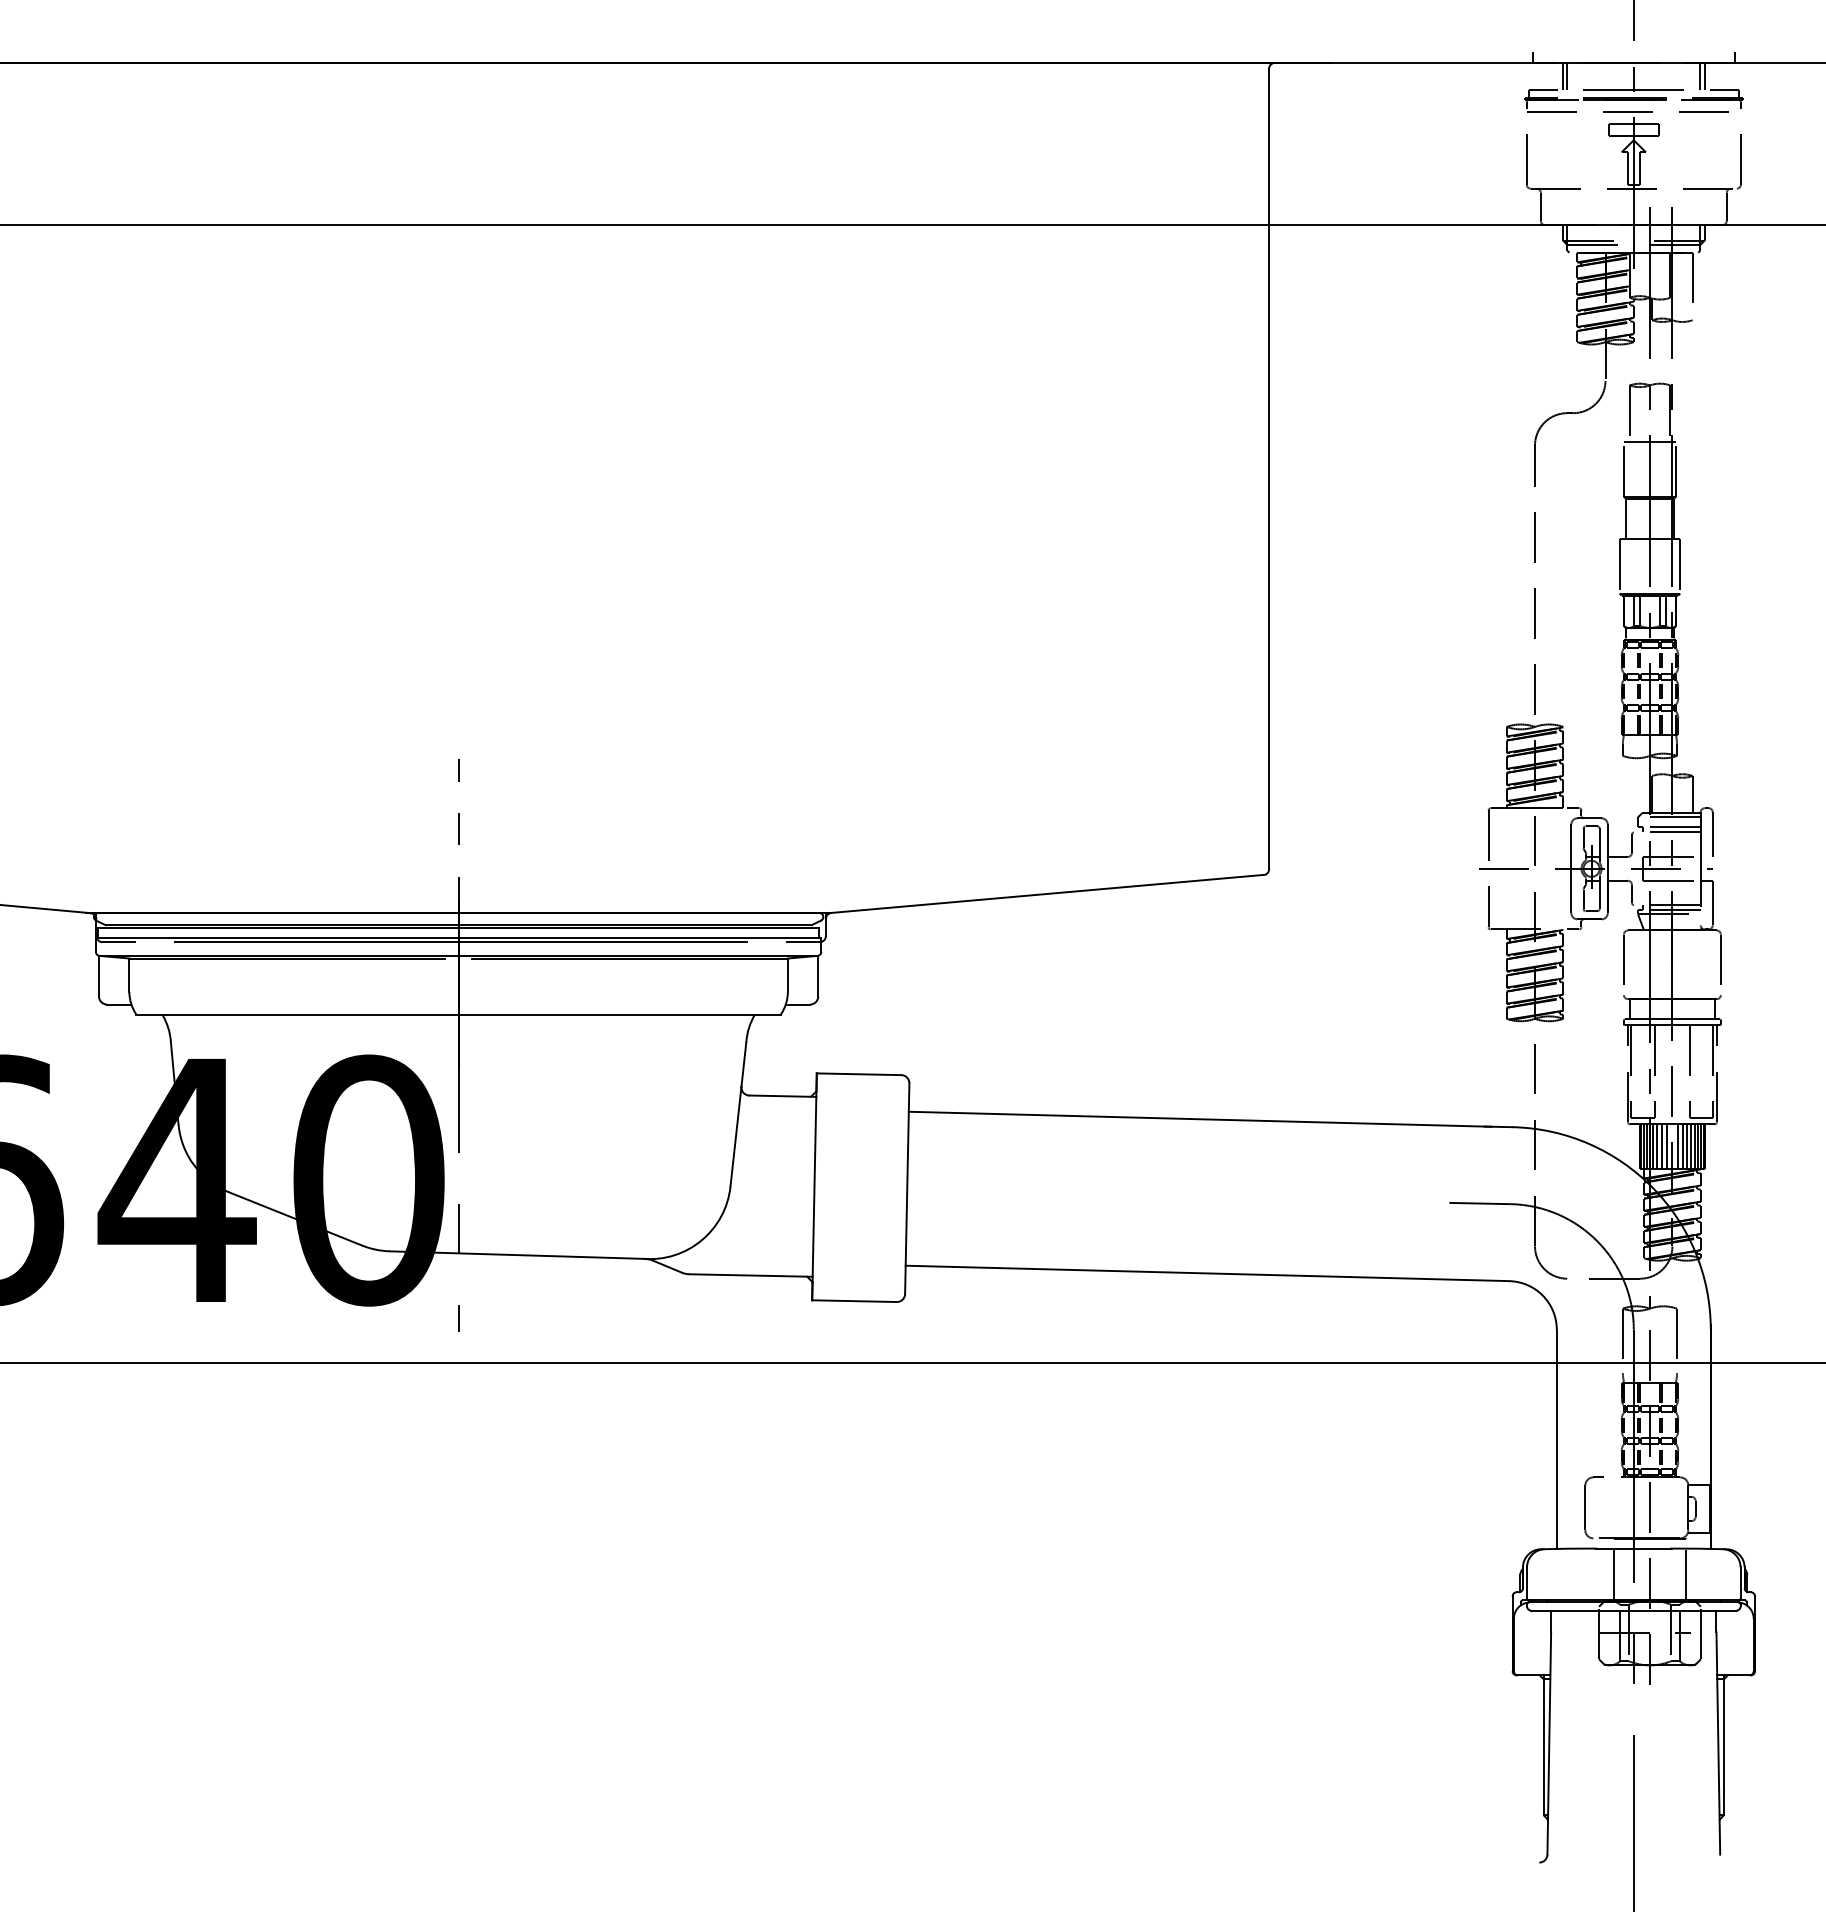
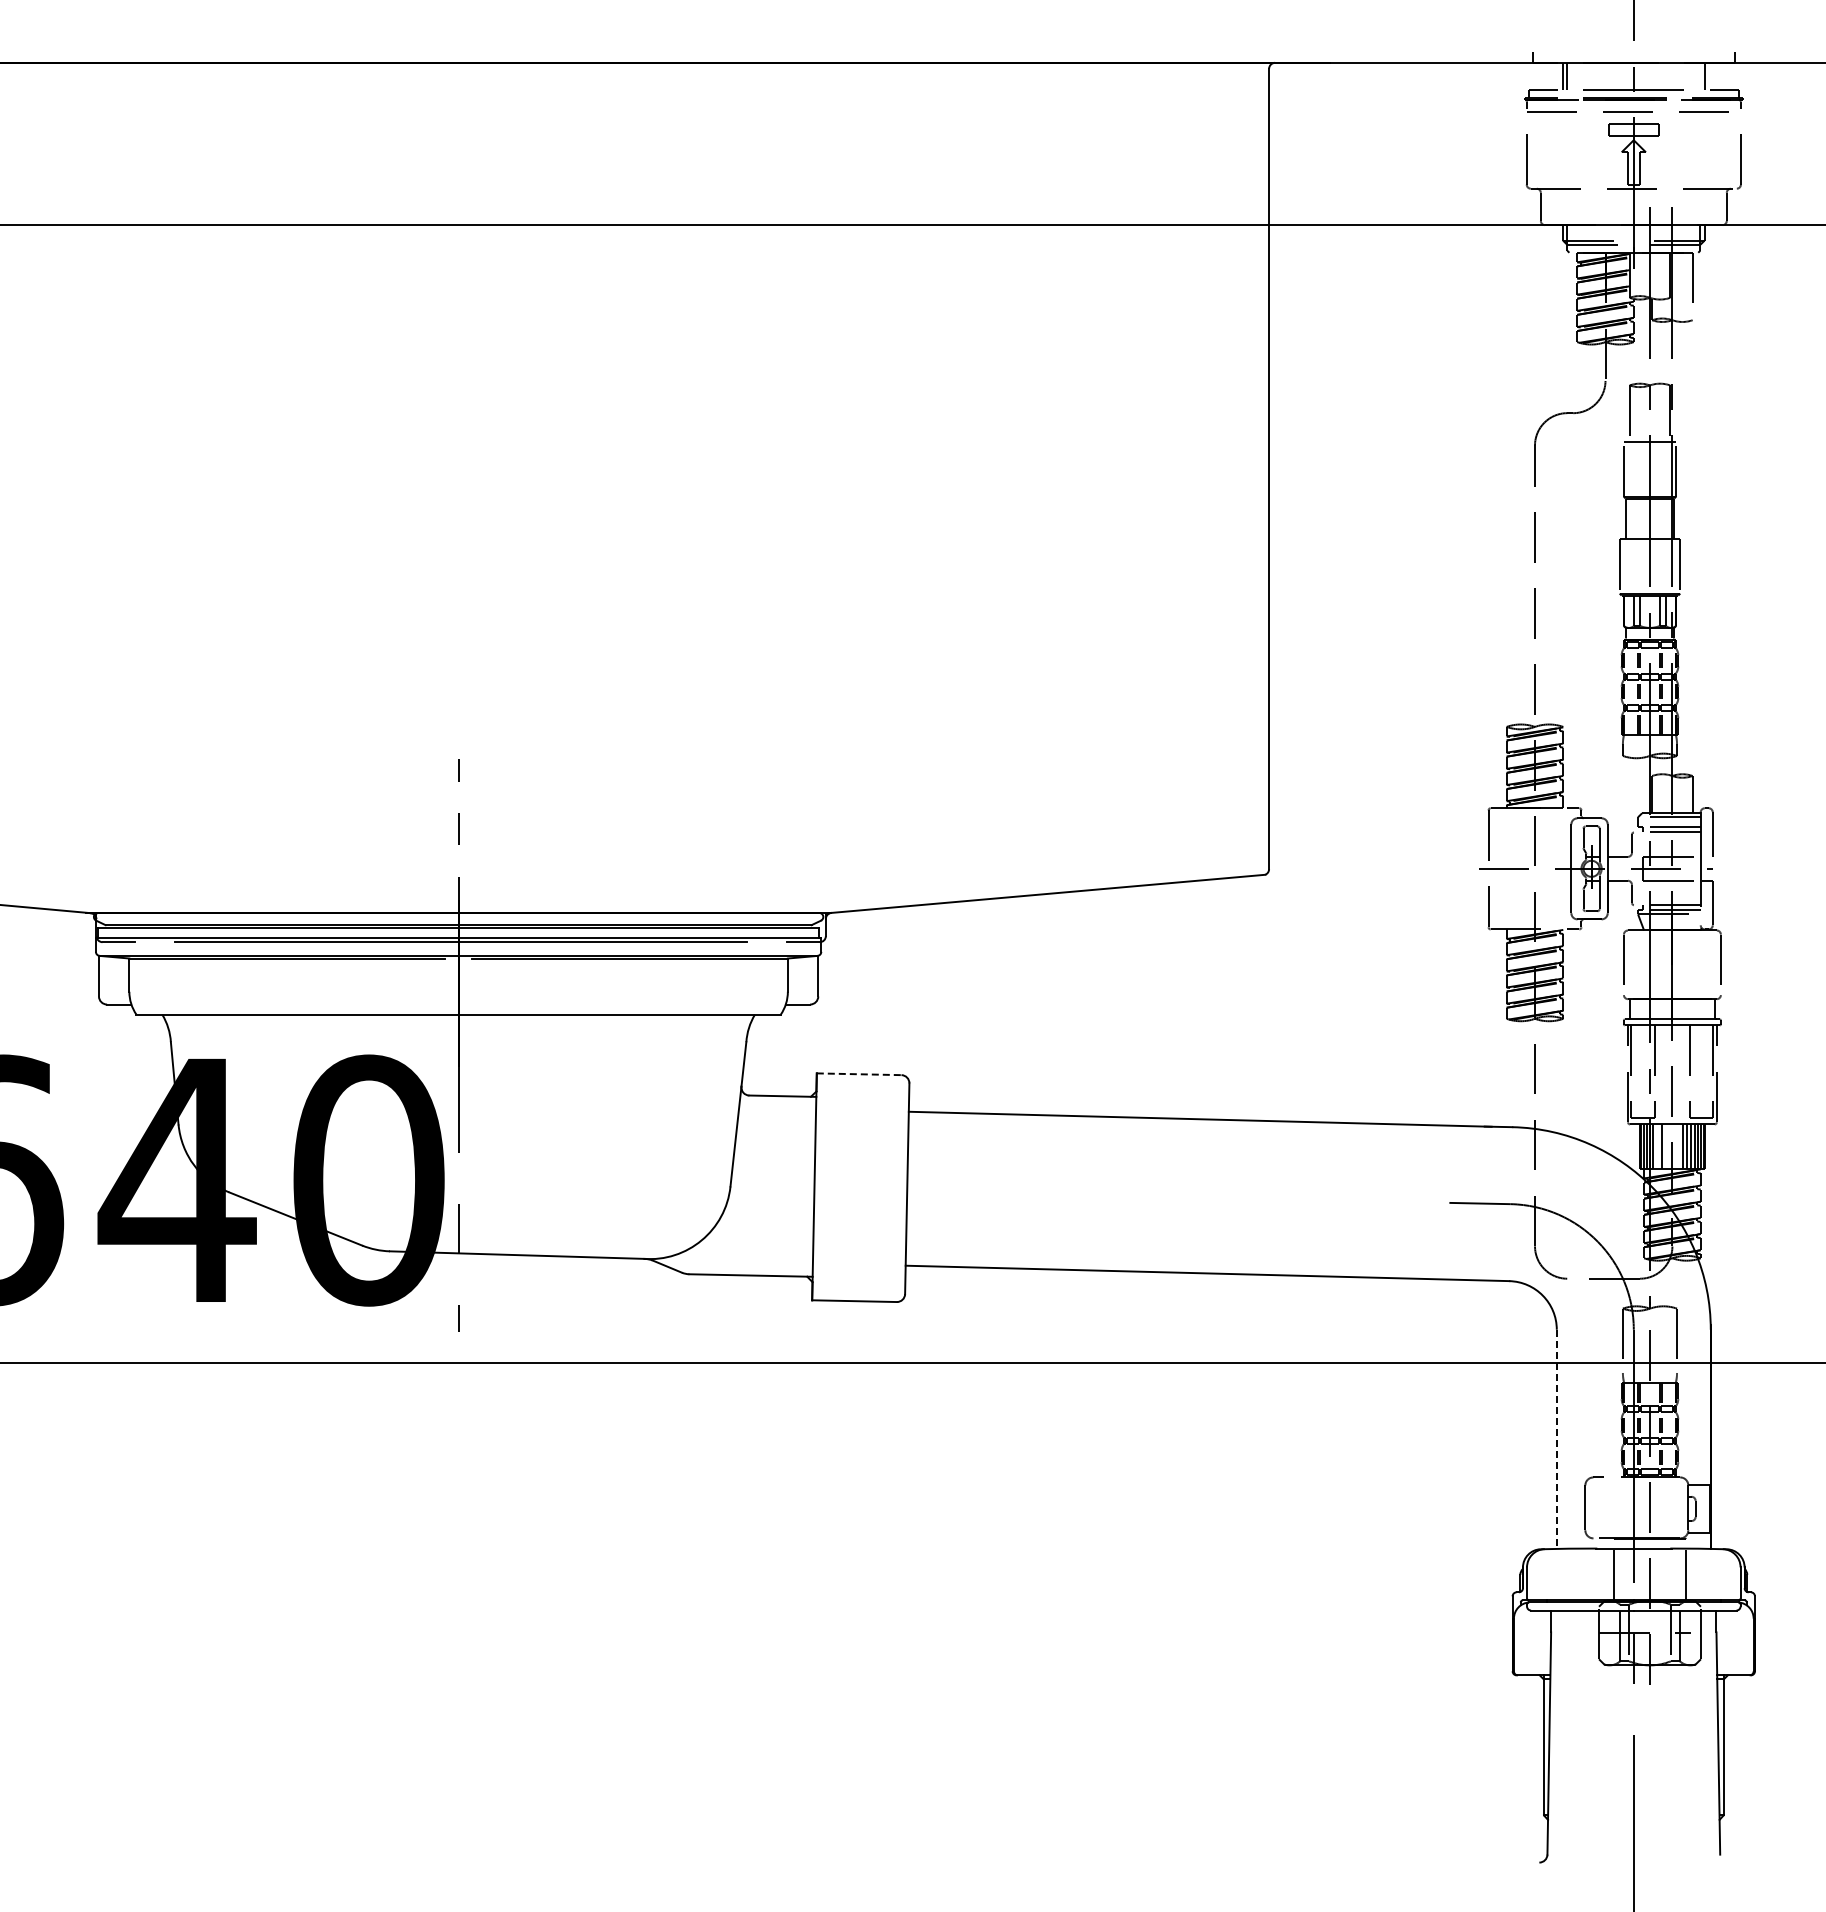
line at (1700, 75): present -> none
line at (859, 1074): solid -> dashed
line at (1657, 1146): present -> none
line at (1666, 1146): present -> none
line at (1678, 1146): present -> none
line at (1556, 1439): solid -> dashed
